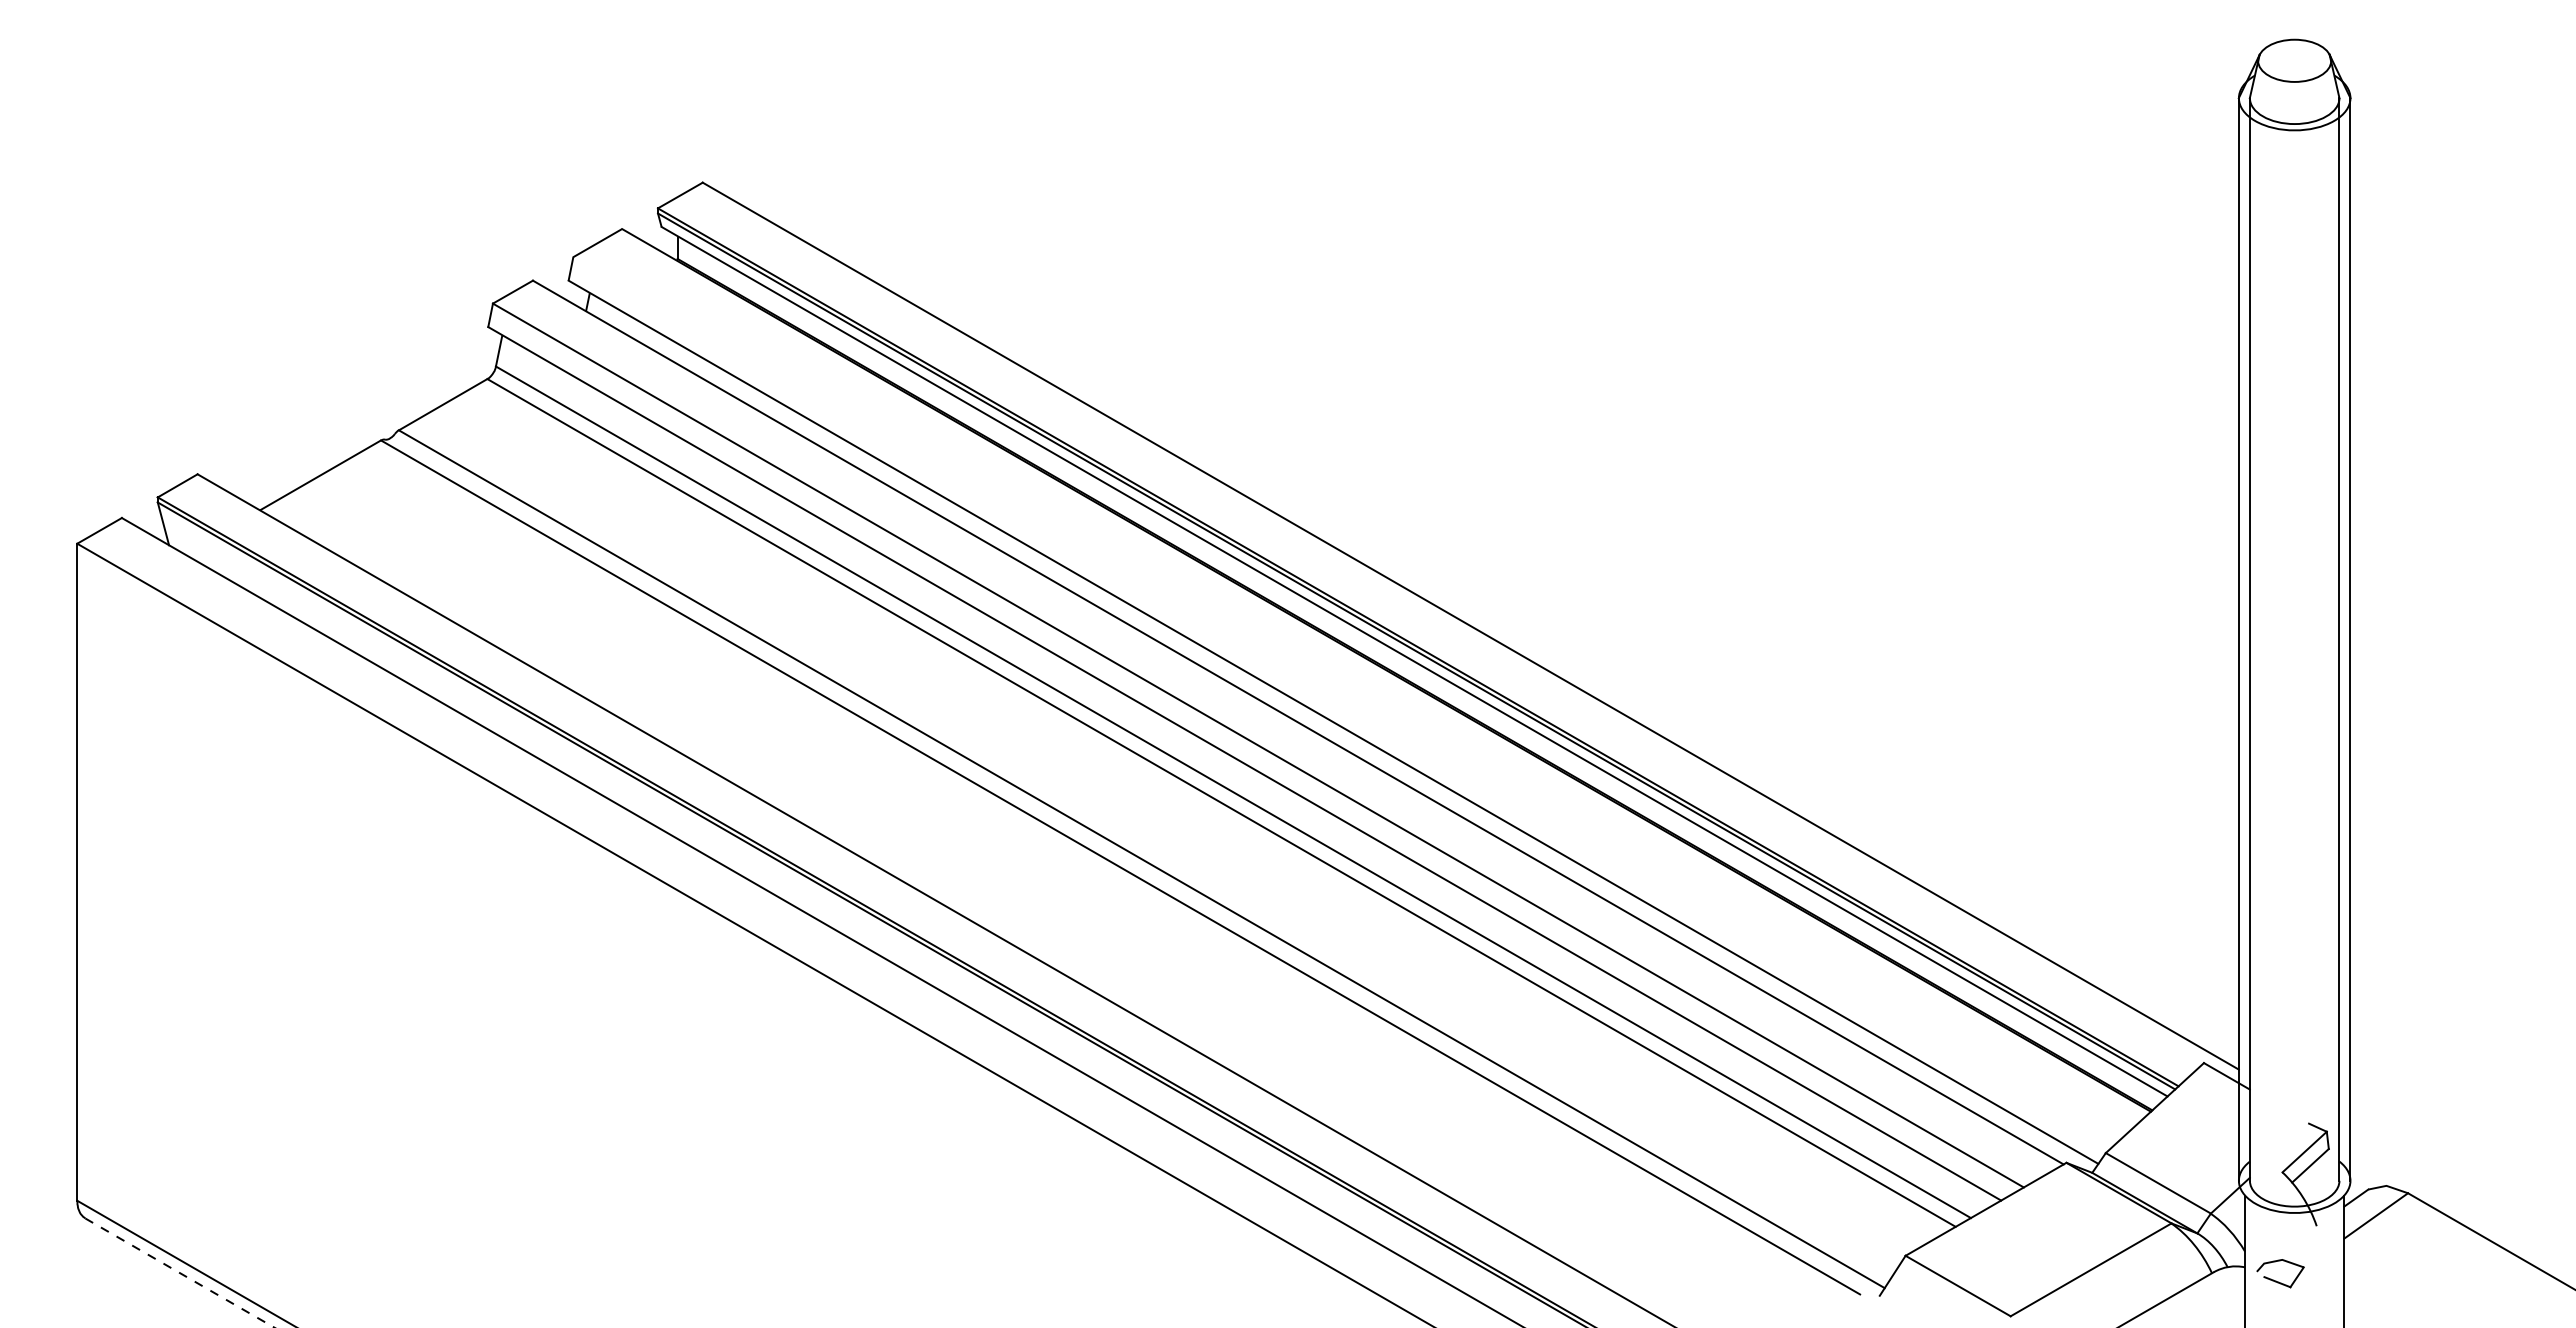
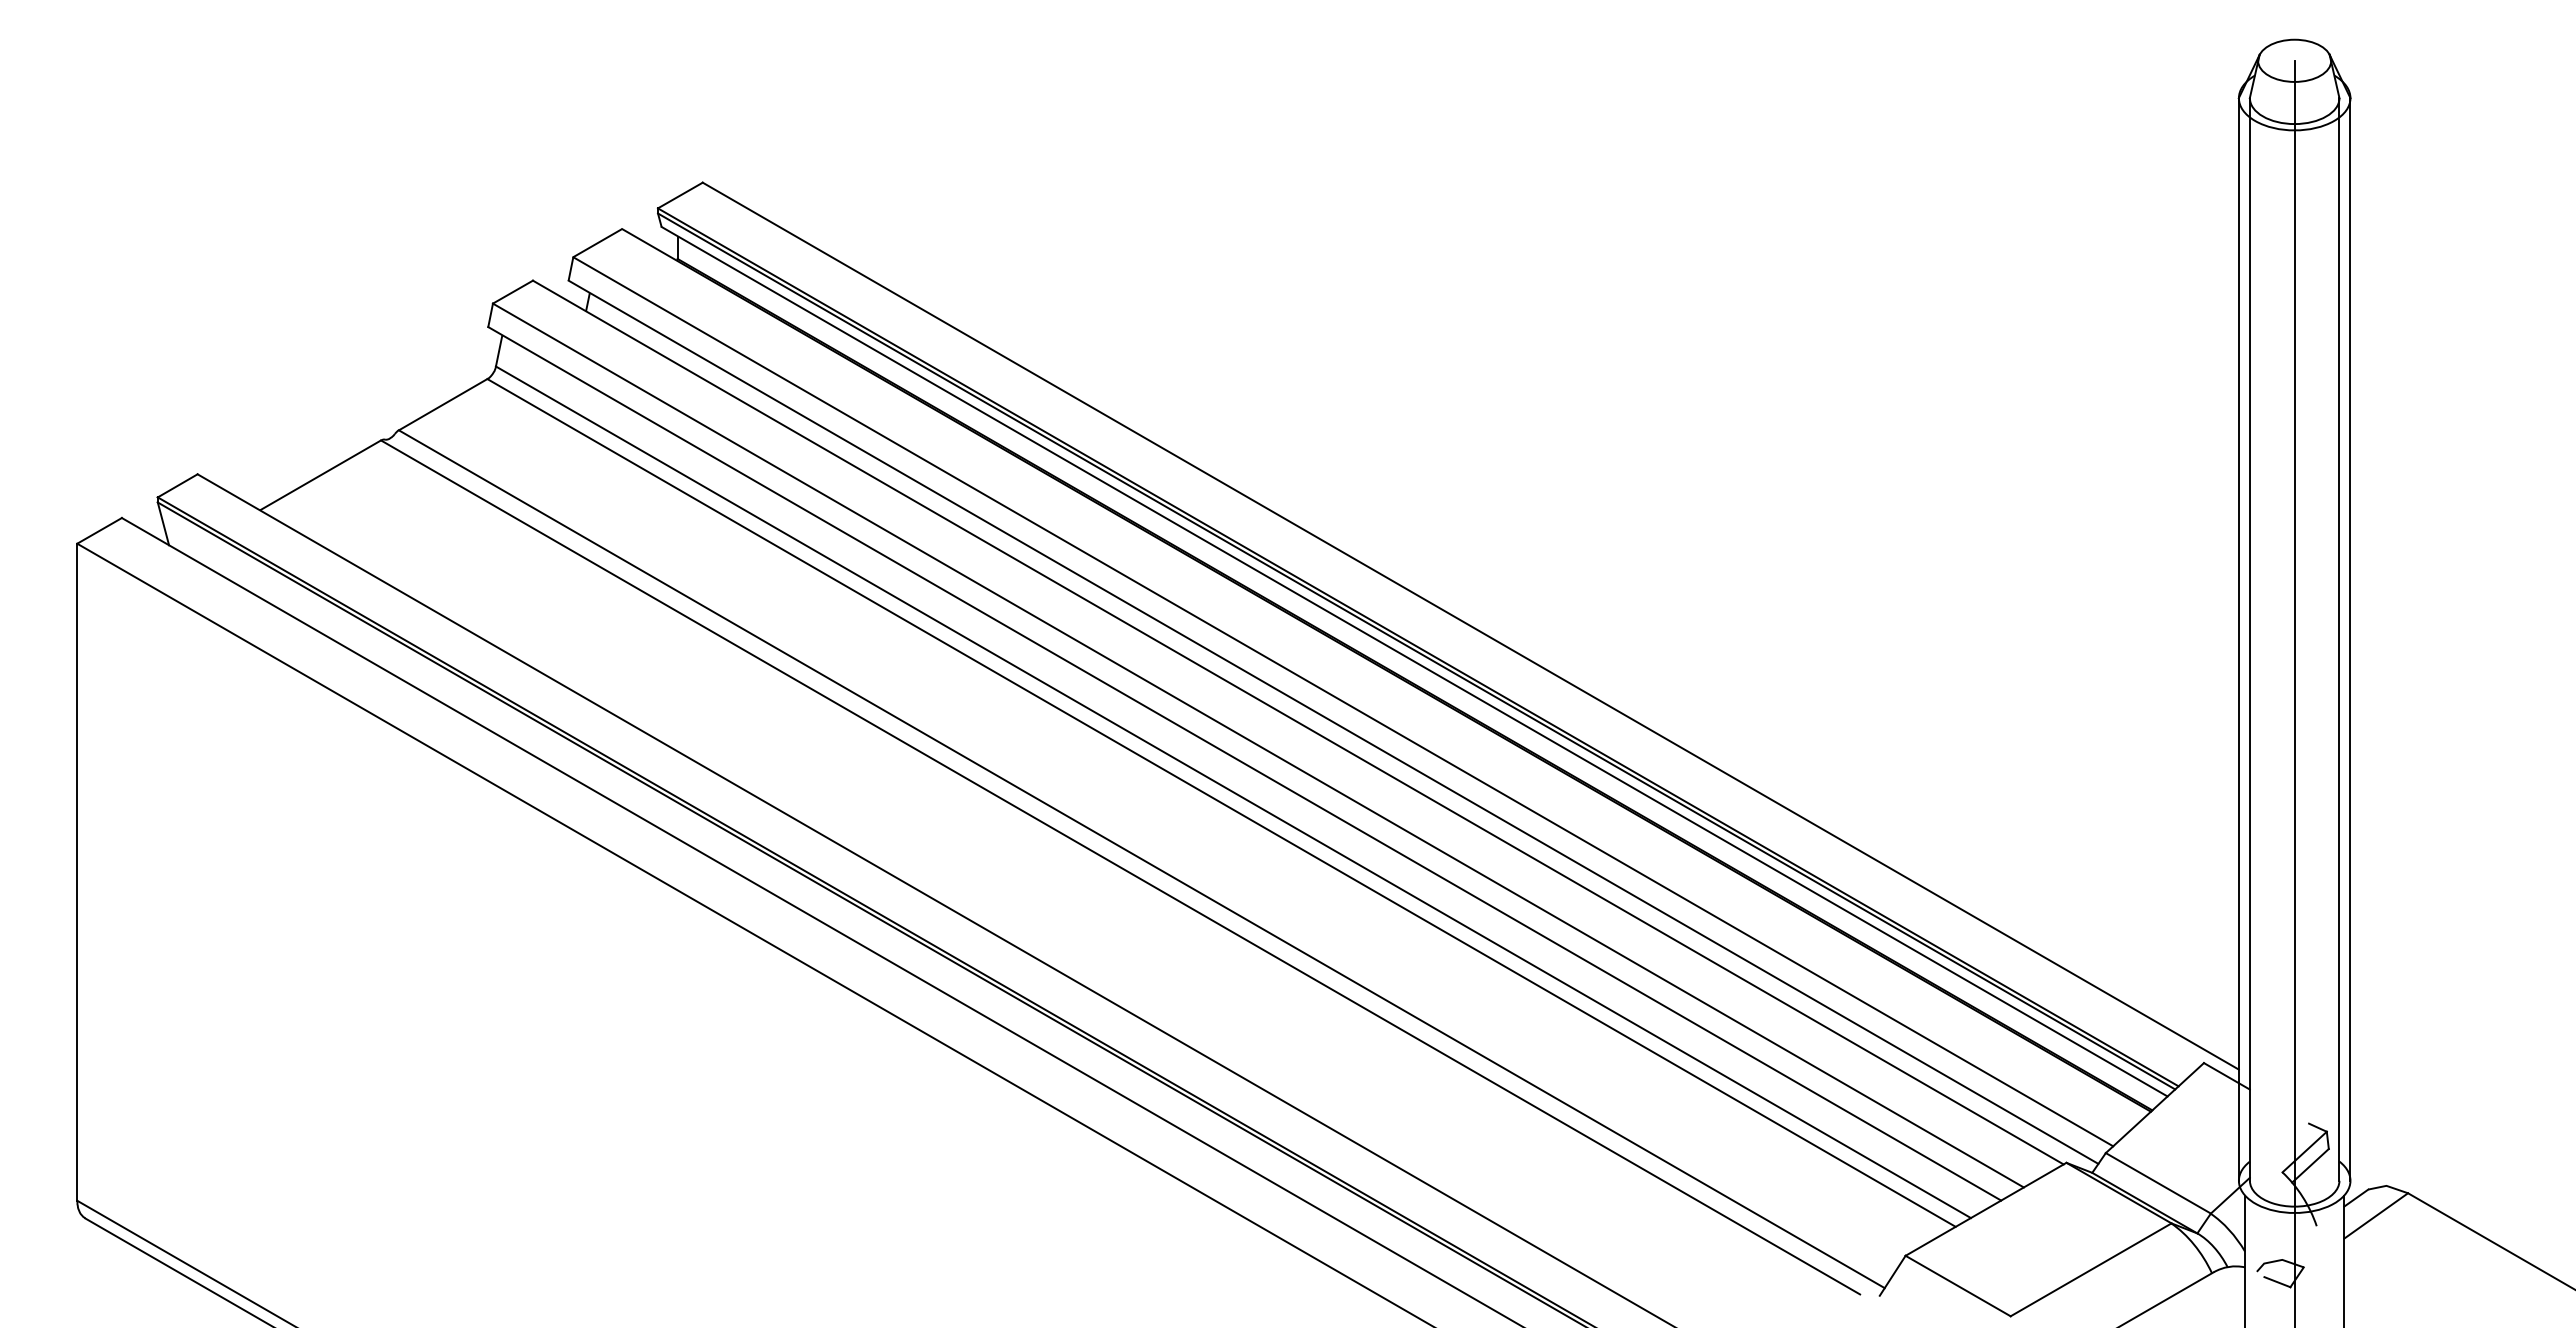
line at (2294, 692): none -> present
line at (1343, 701): none -> present
line at (180, 1273): dashed -> solid
